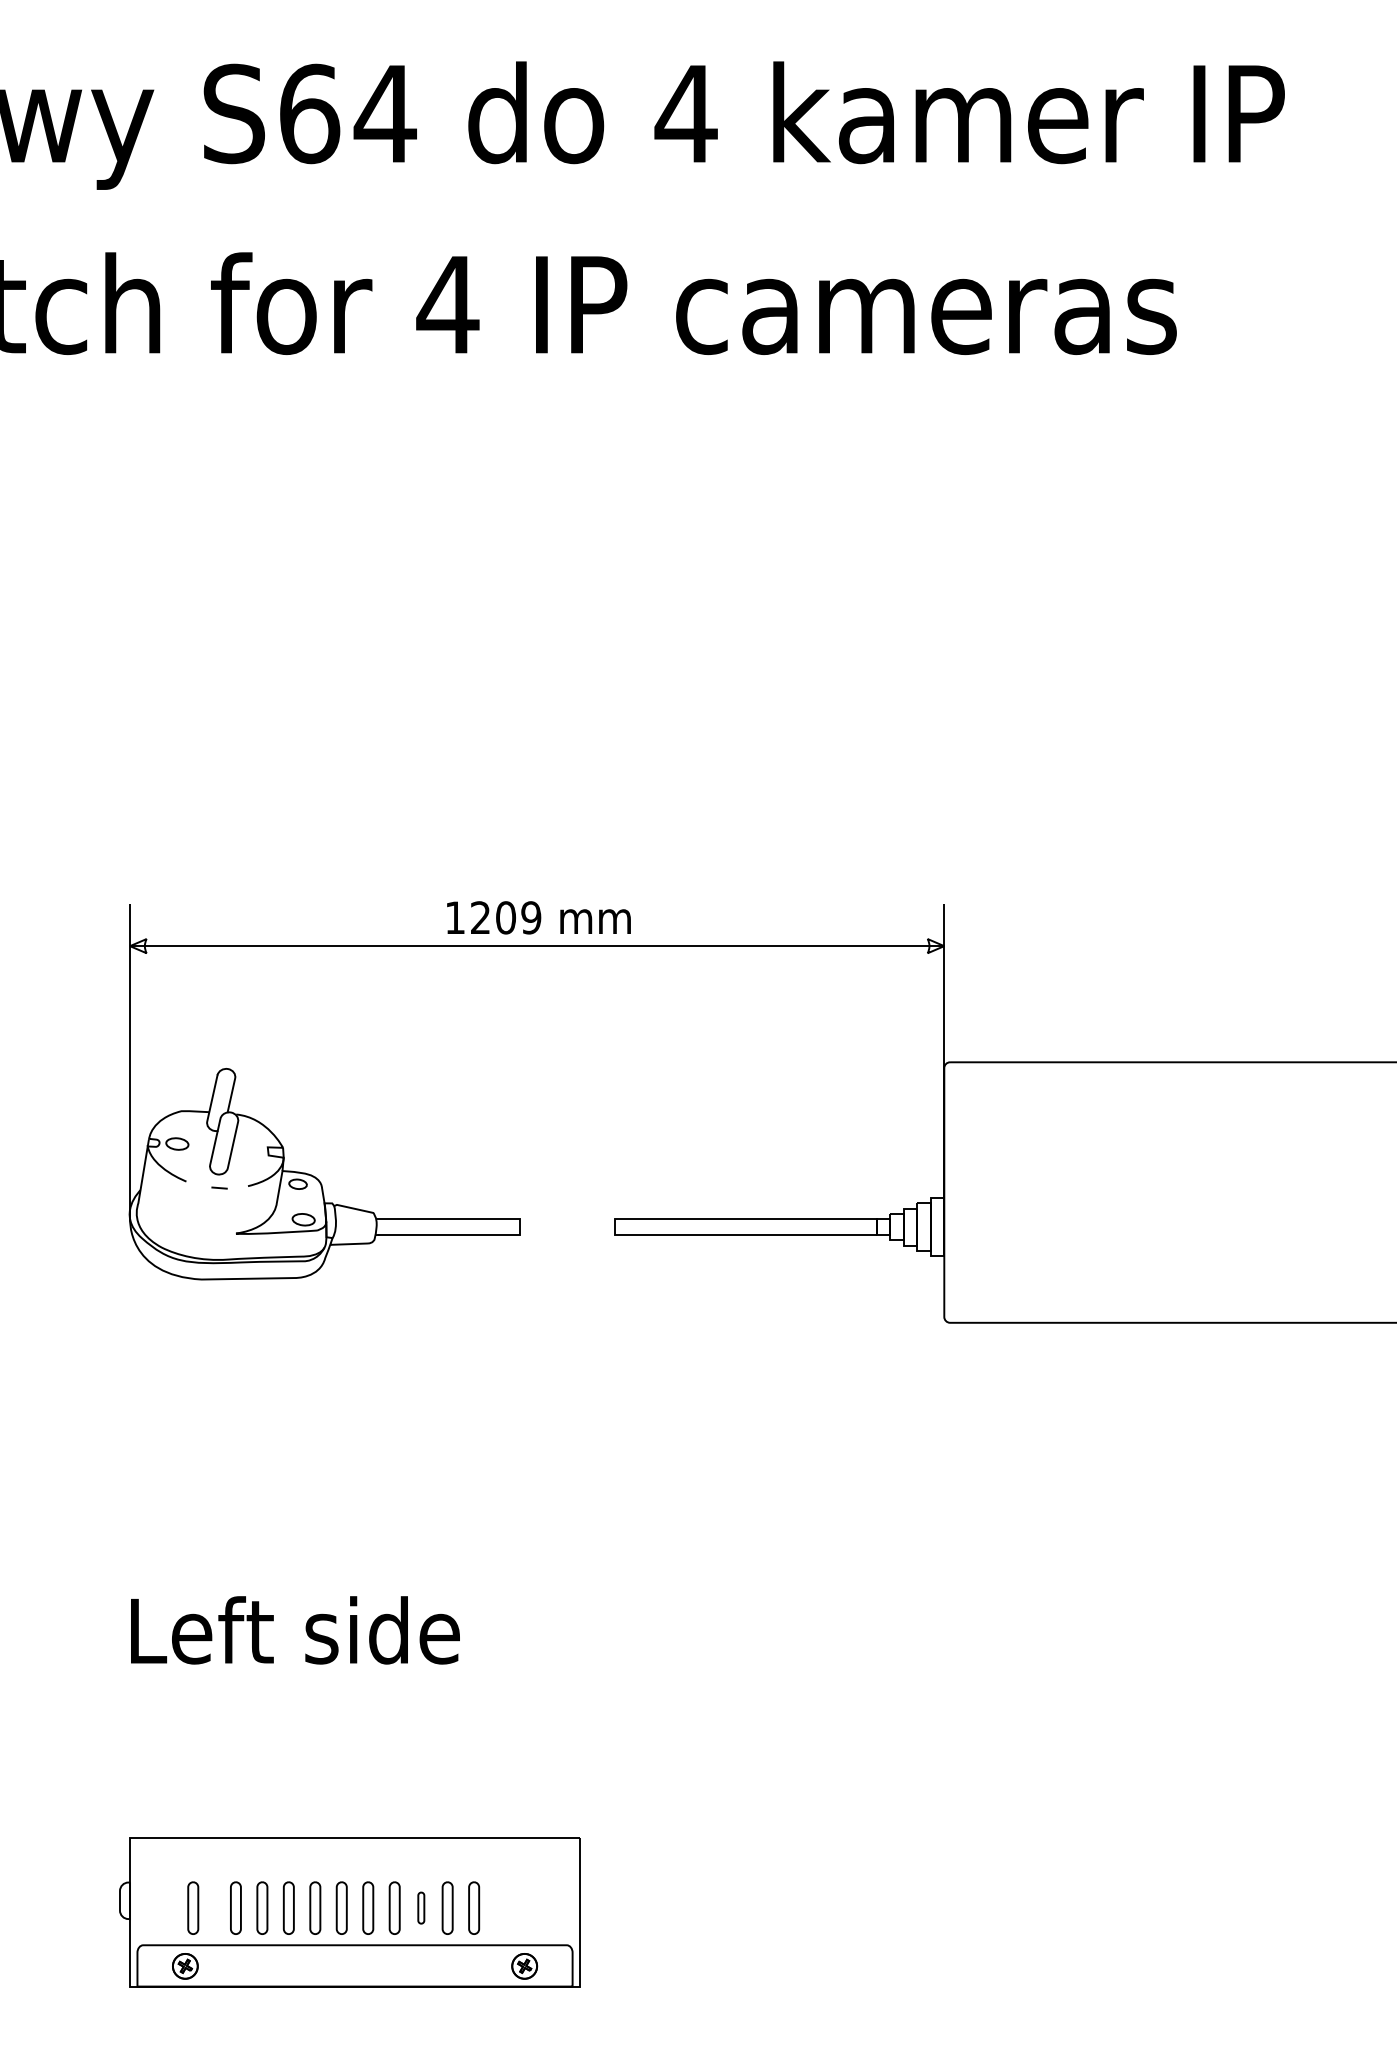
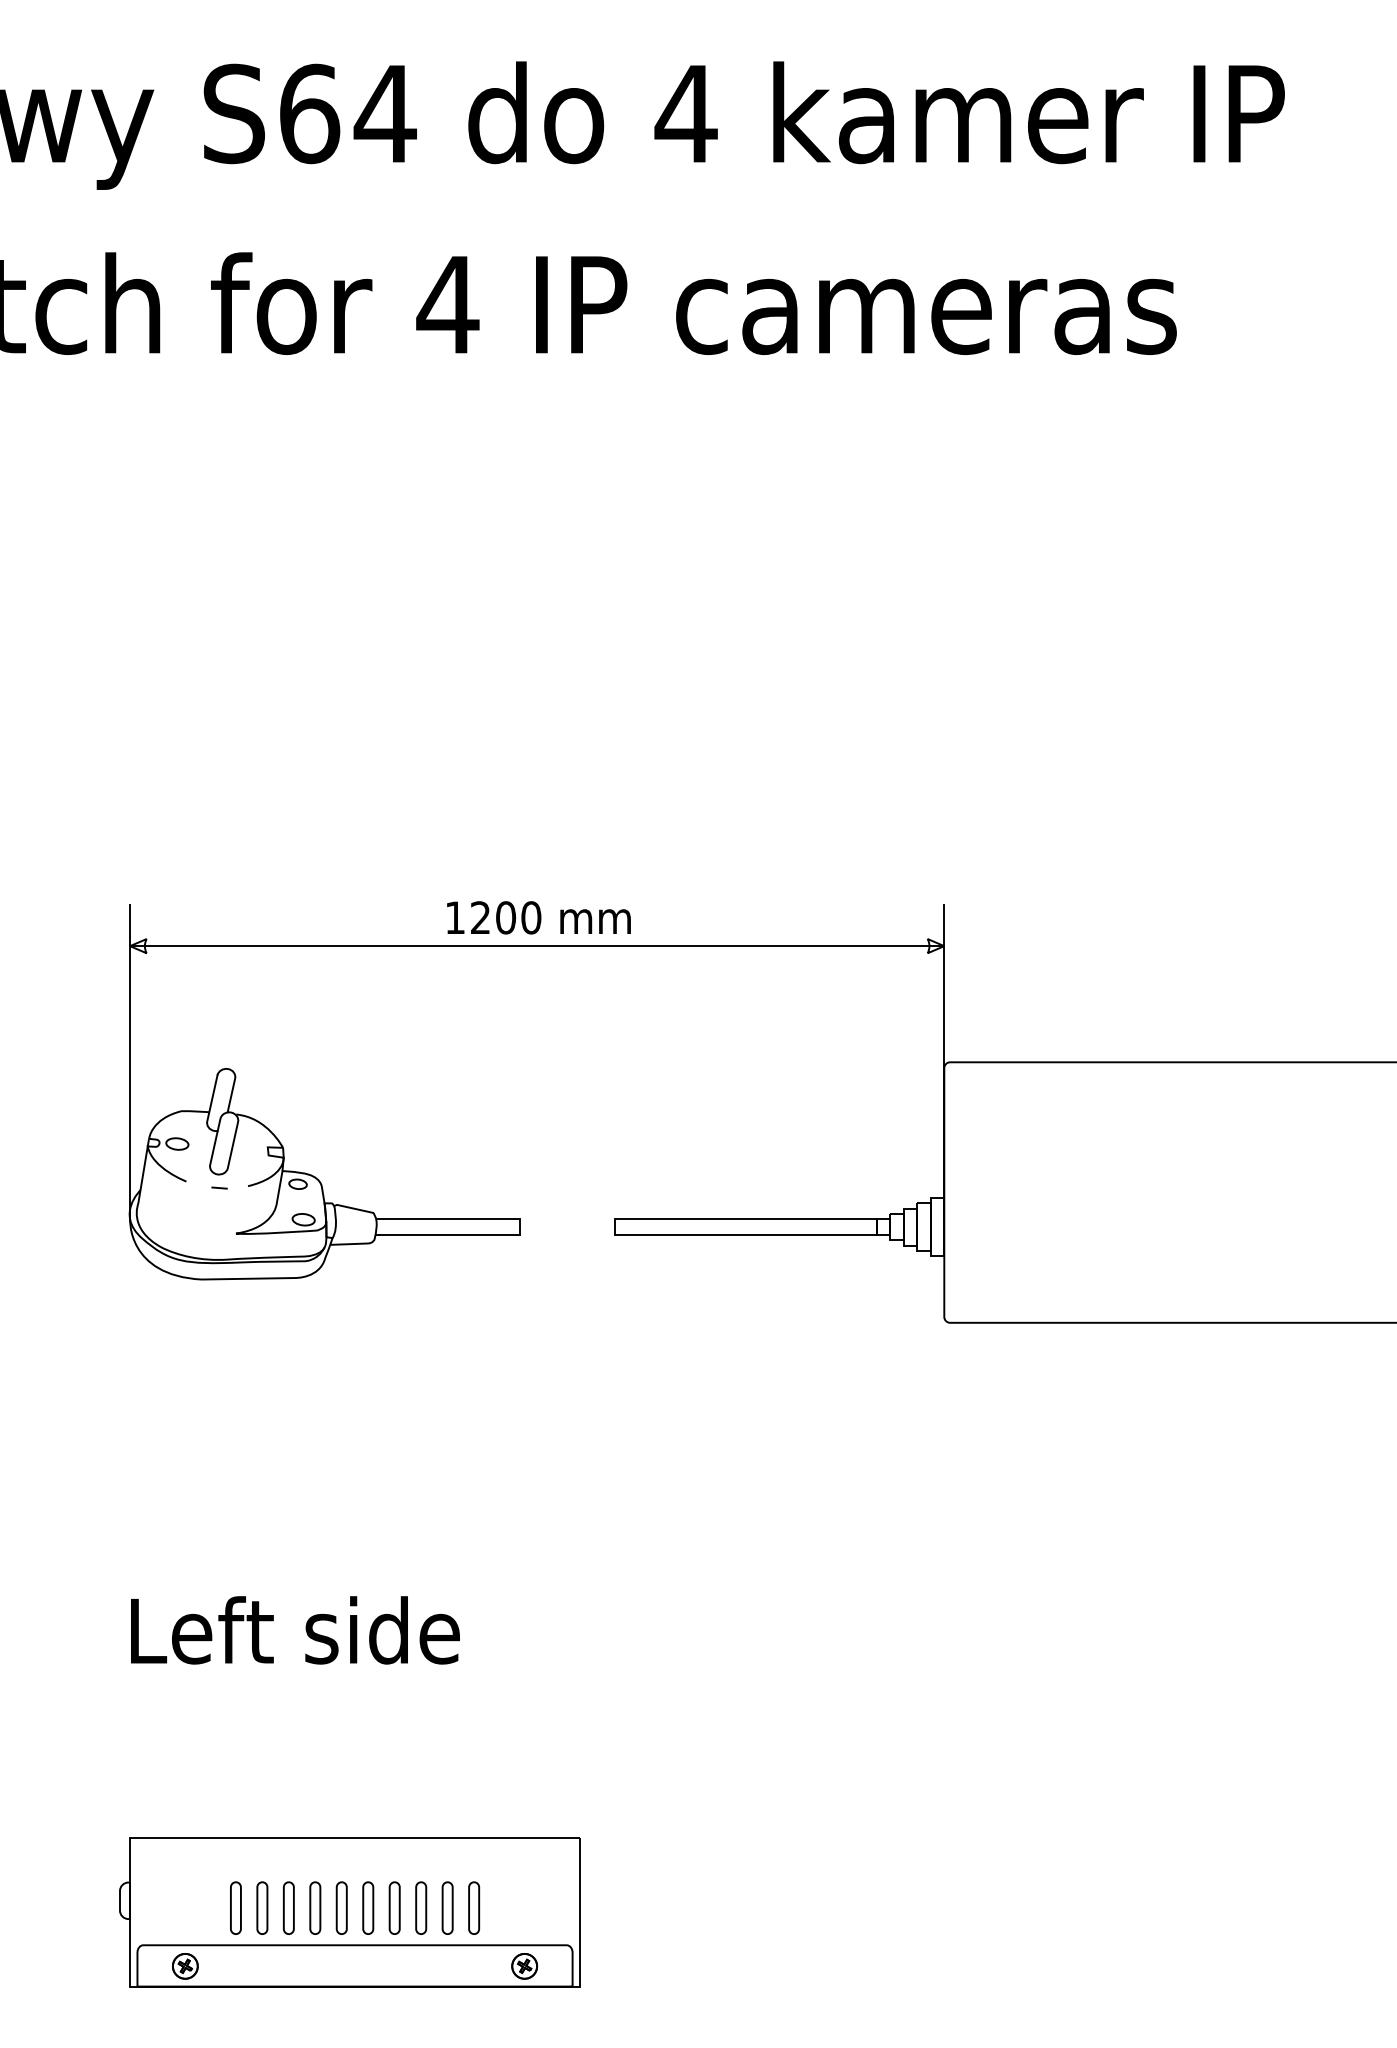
text at (531, 917): 1209 -> 1200
part at (193, 1907): present -> none
part at (421, 1907) size: 9x34 px -> 13x54 px
